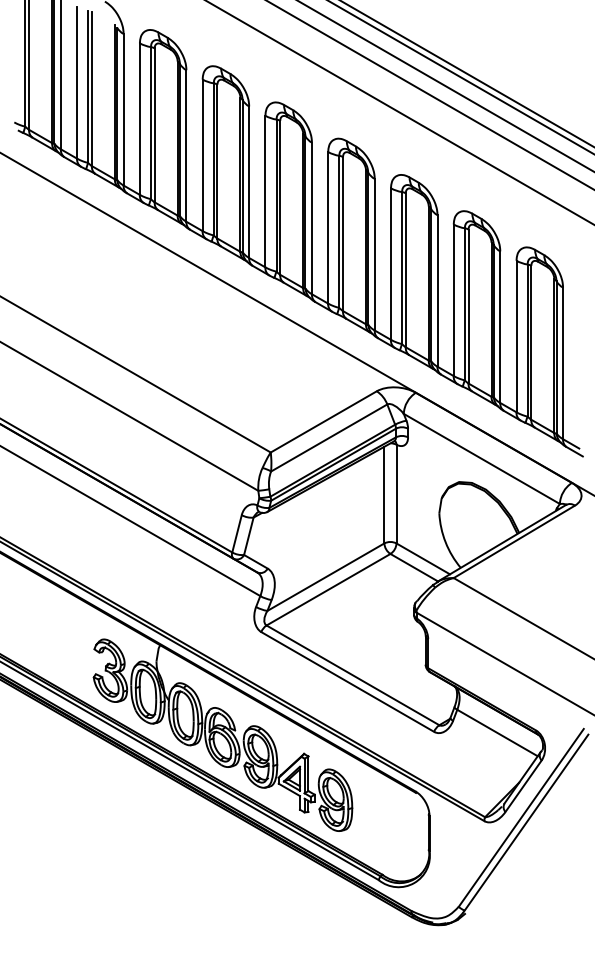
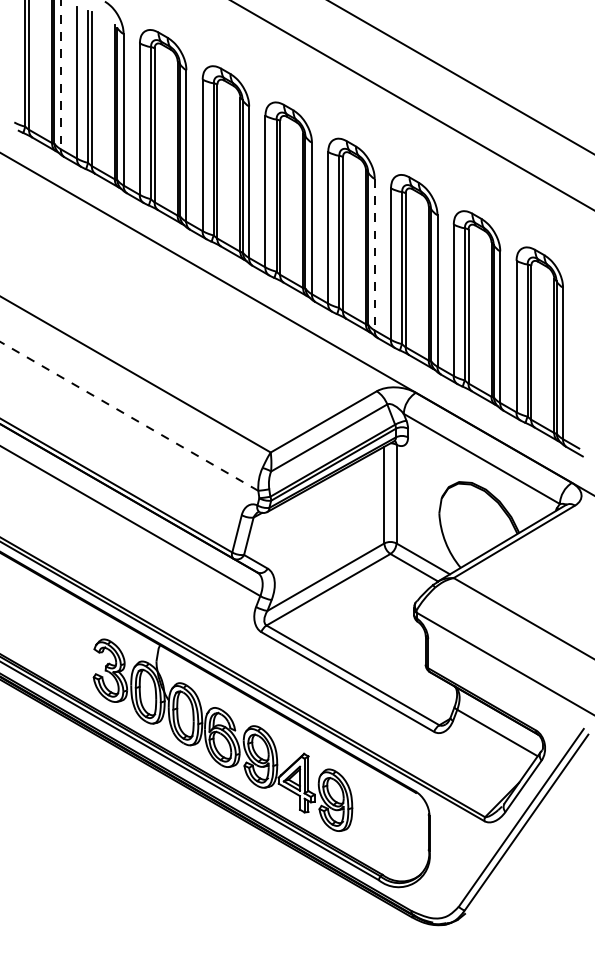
line at (467, 73): present -> none
line at (60, 75): solid -> dashed
line at (445, 86): present -> none
line at (430, 95): present -> none
line at (399, 112) position: (399, 112) -> (412, 105)
line at (374, 254): solid -> dashed
line at (129, 416): solid -> dashed
